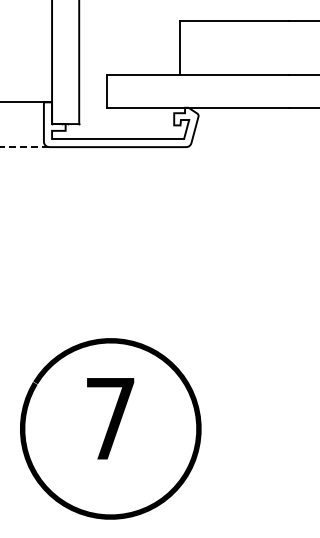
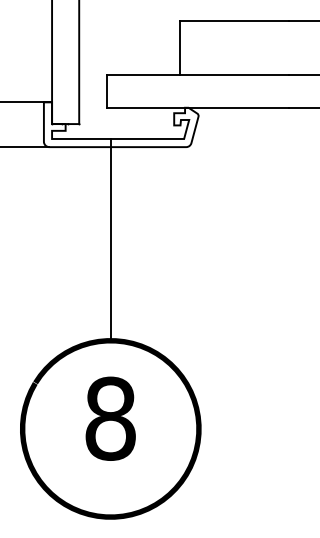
line at (24, 147): dashed -> solid
line at (110, 239): none -> present
text at (110, 418): 7 -> 8
